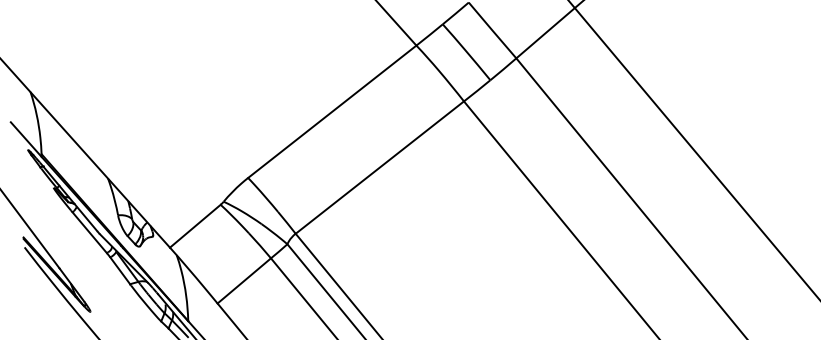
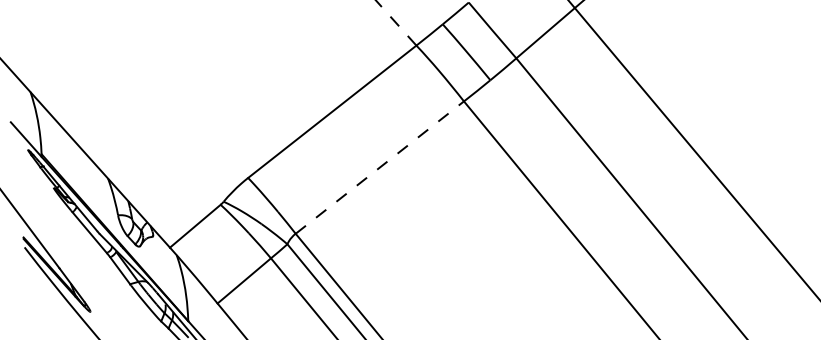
line at (395, 22): solid -> dashed
line at (380, 167): solid -> dashed
